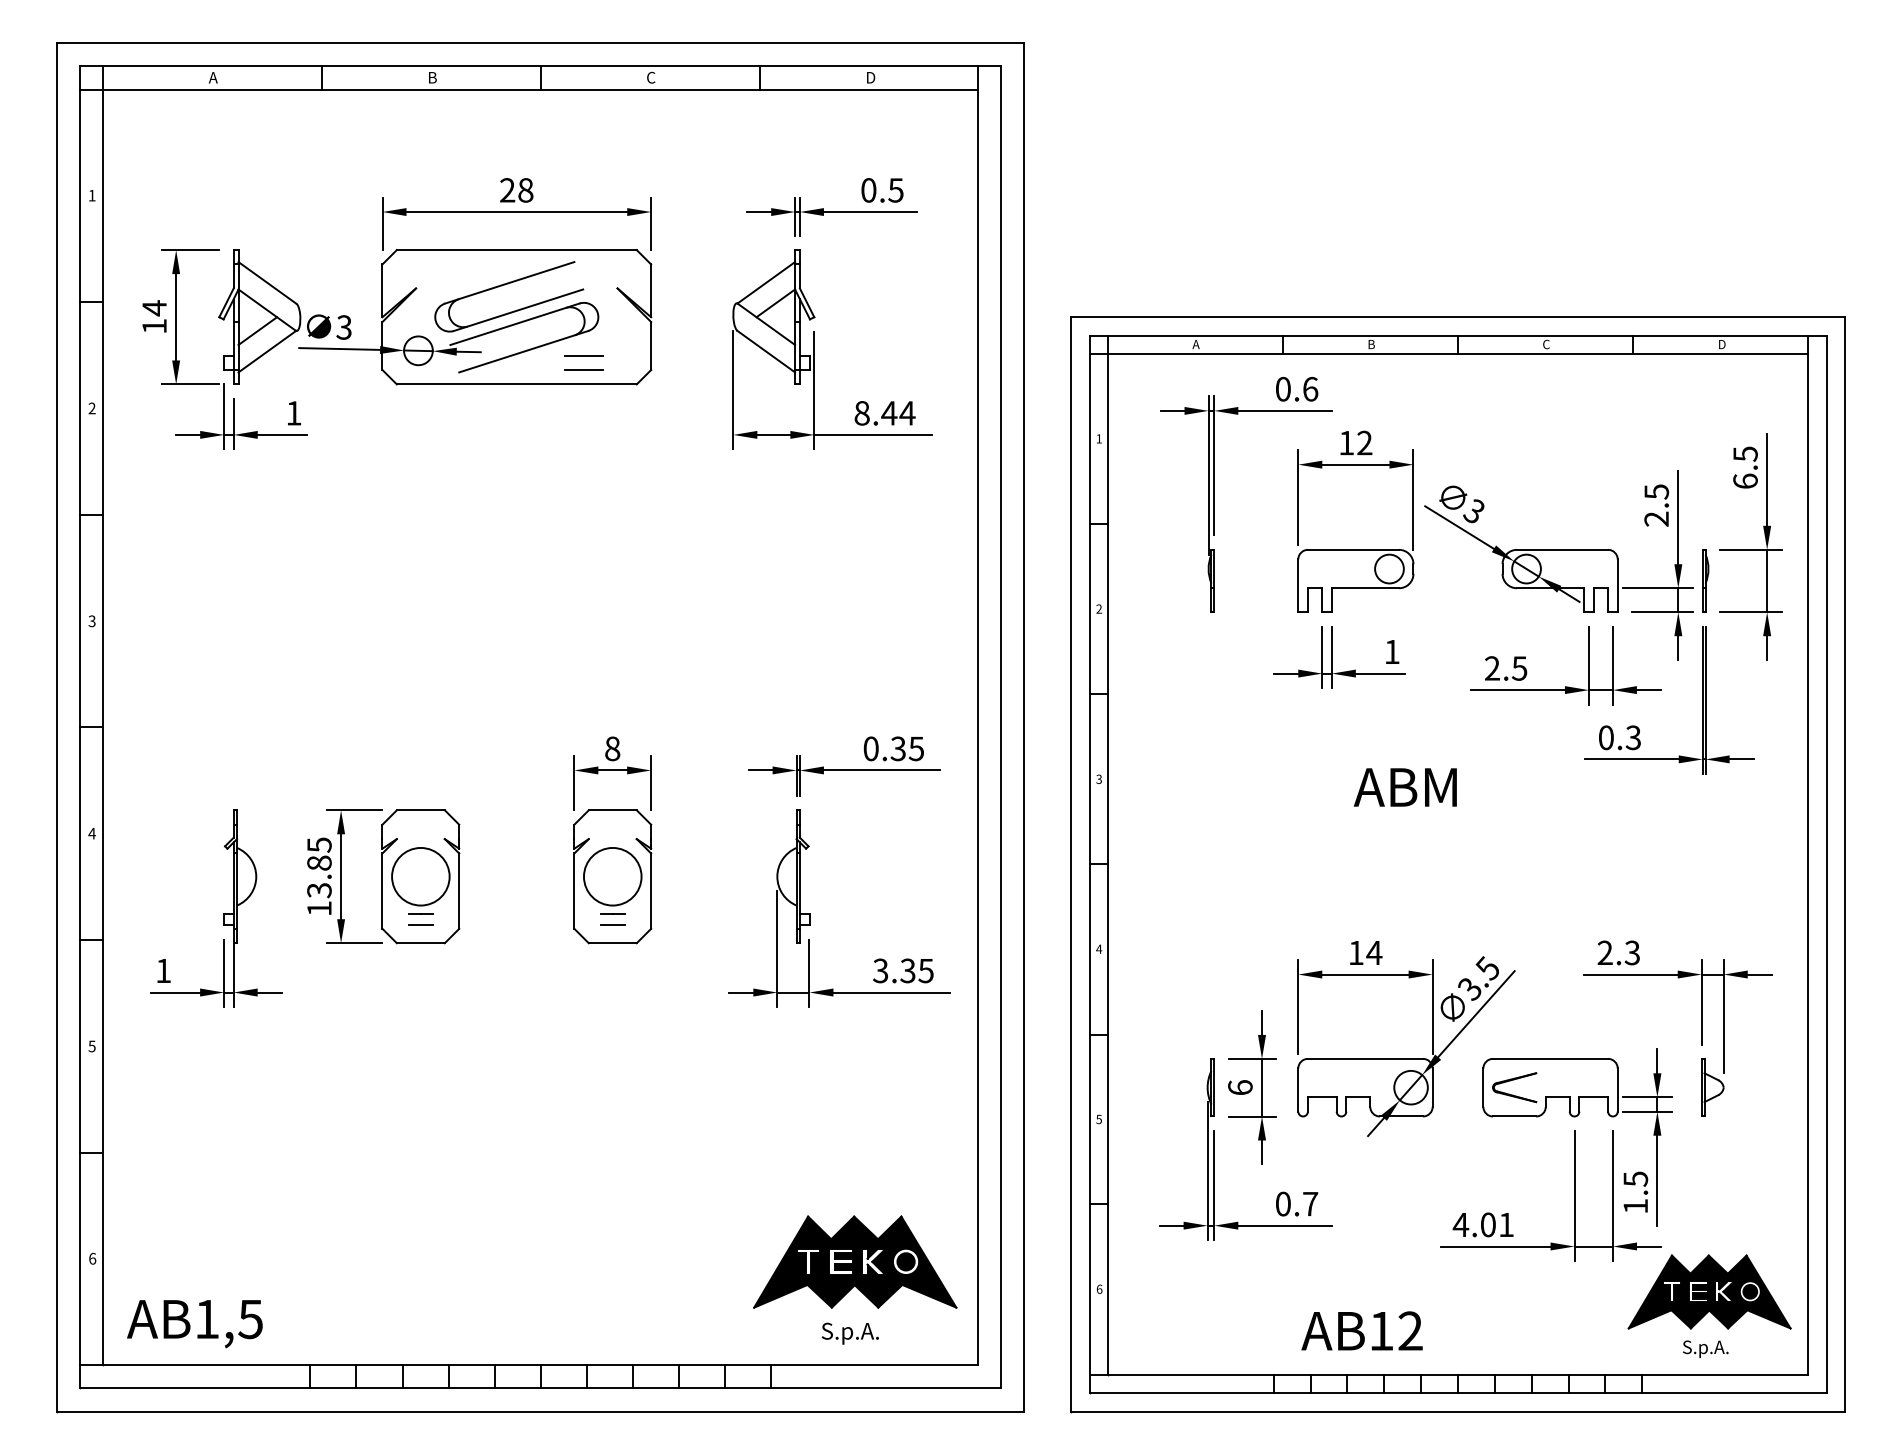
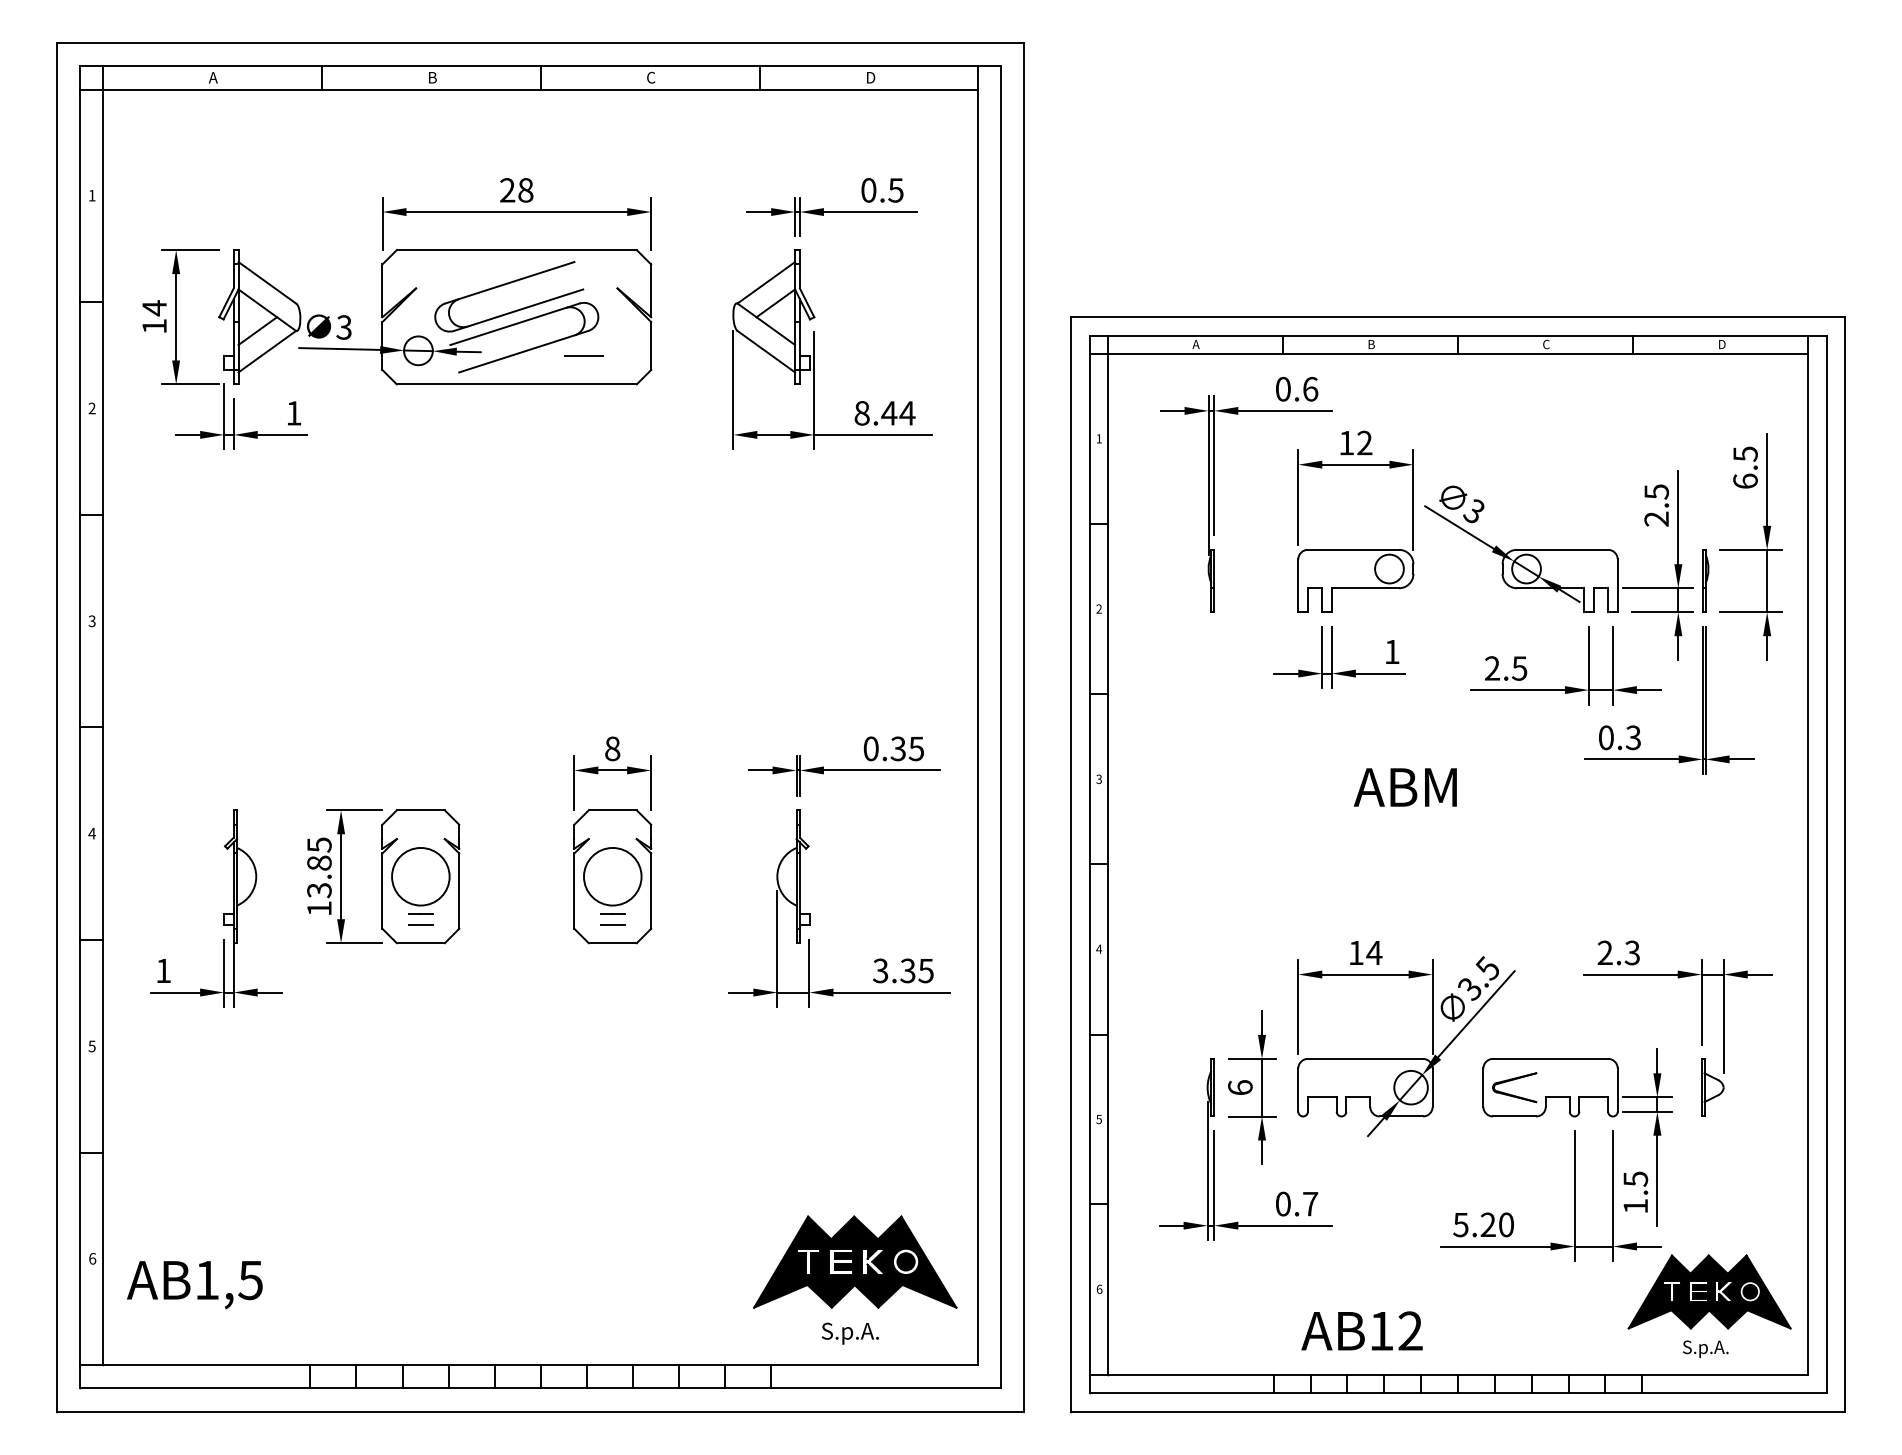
line at (583, 370): present -> none
text at (1482, 1224): 4.01 -> 5.20
text at (194, 1324) position: (194, 1324) -> (194, 1285)
